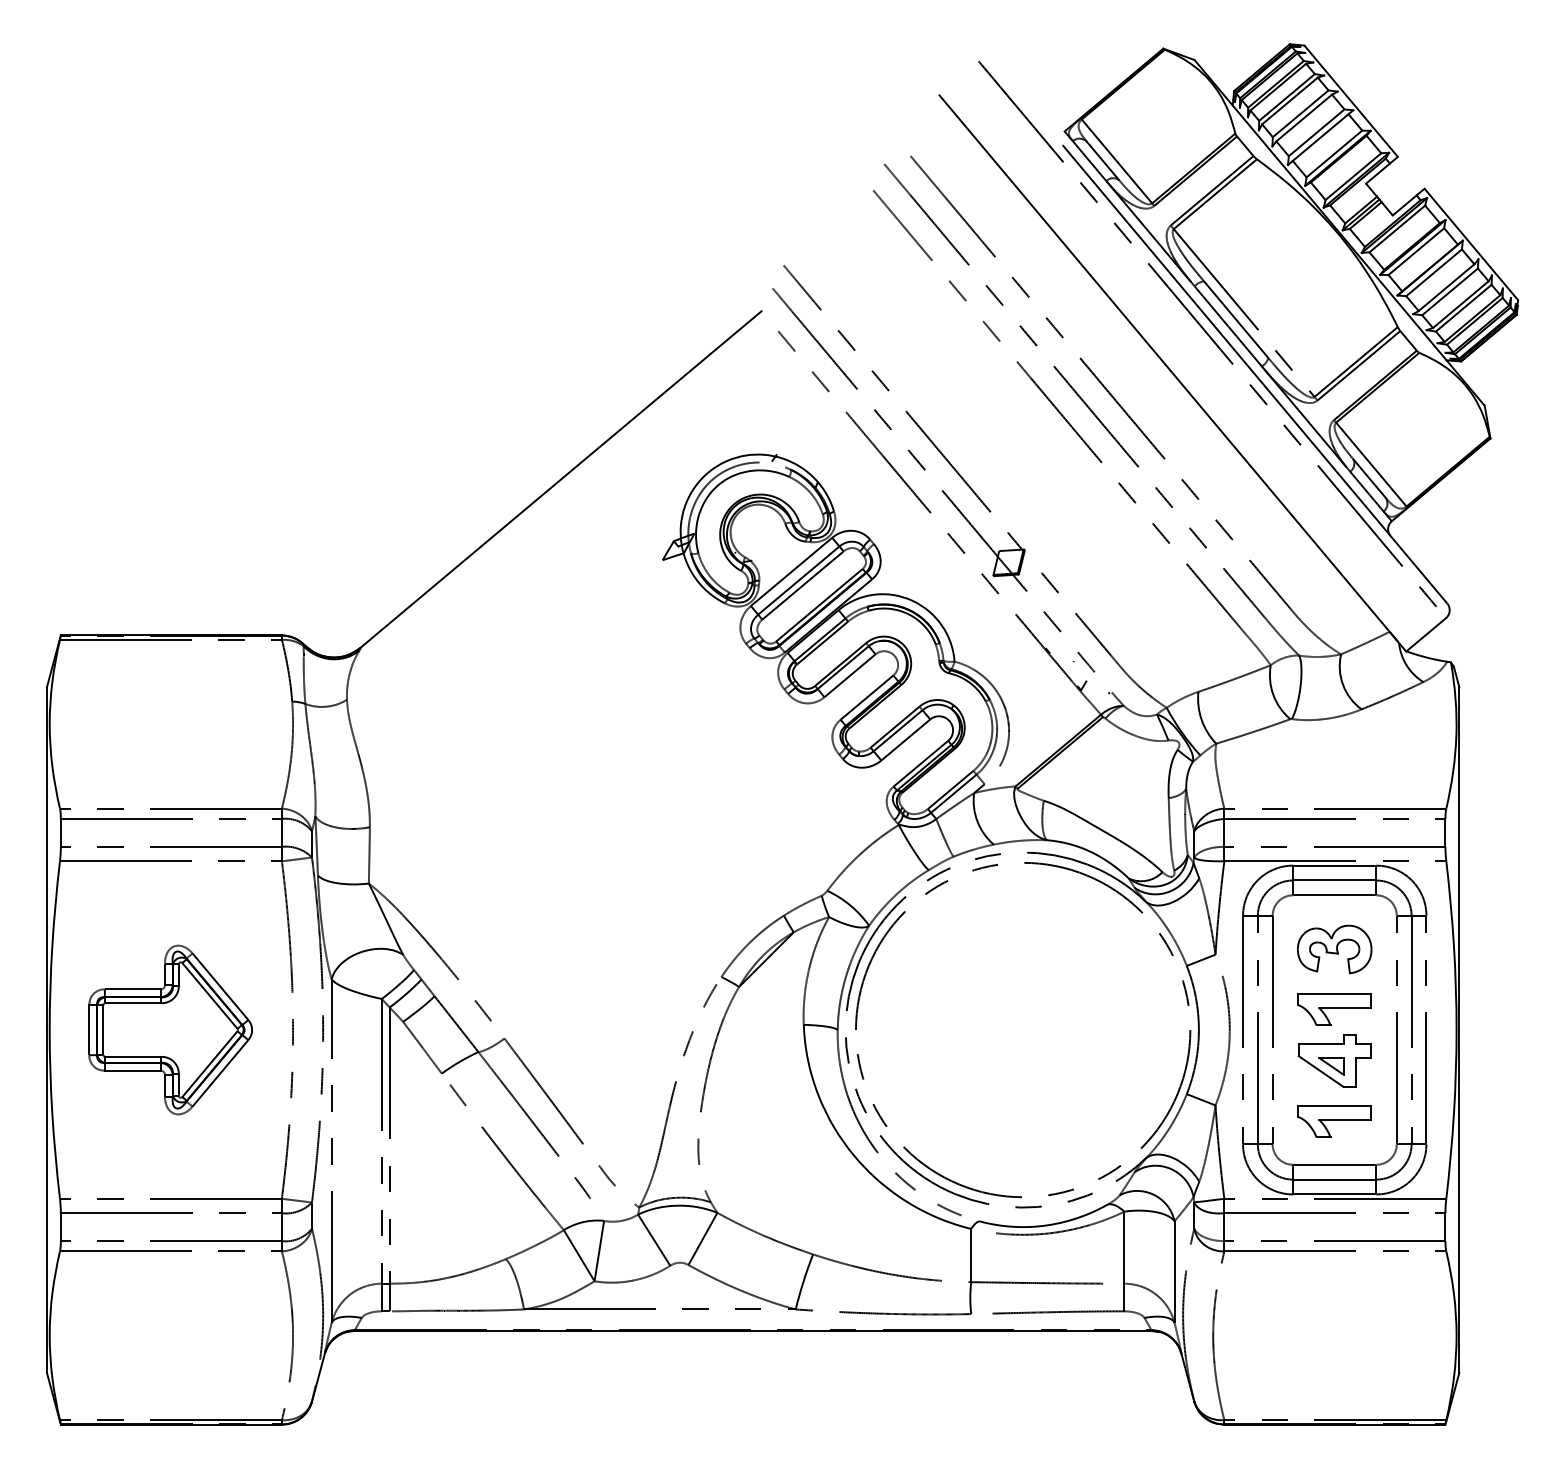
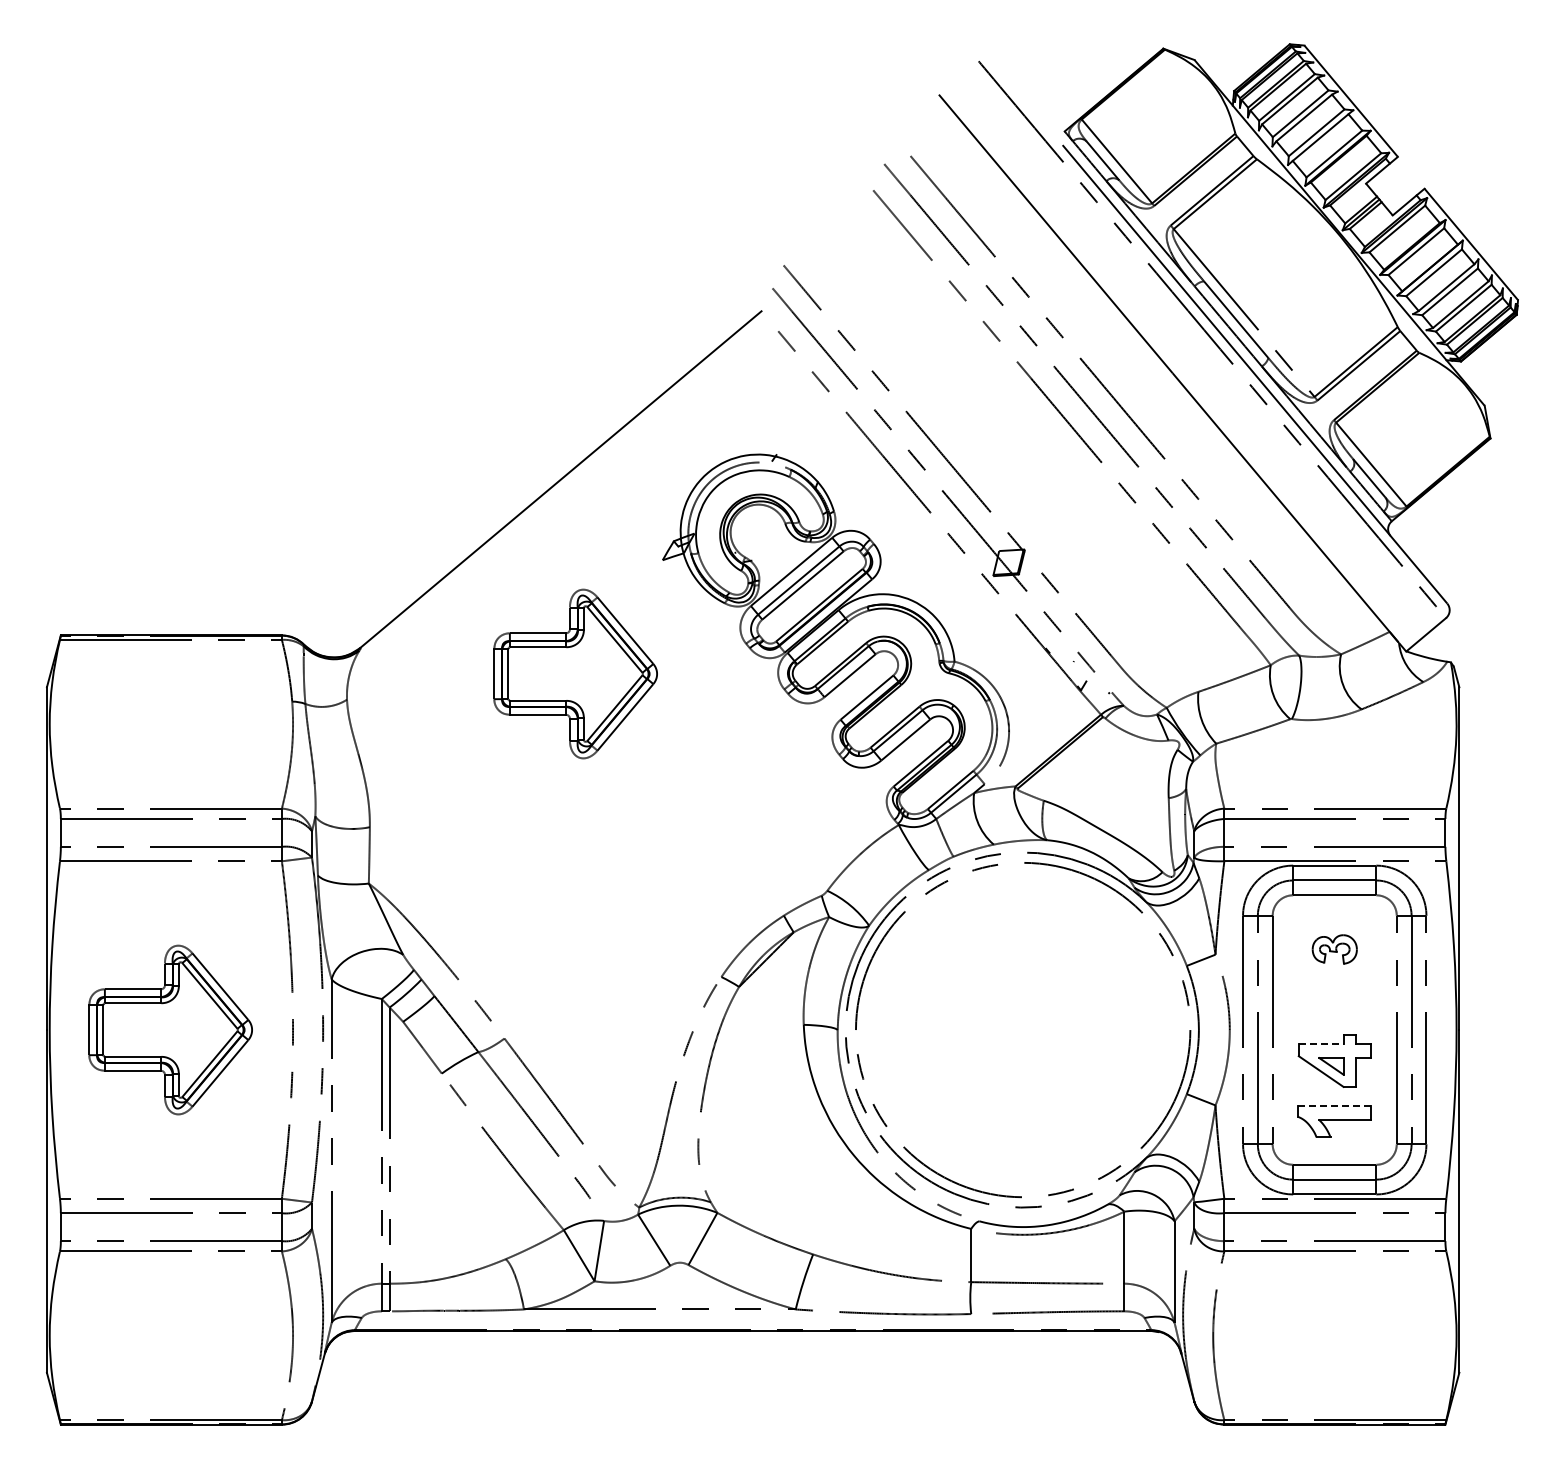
part at (575, 673): none -> present
part at (1334, 949) size: 76x51 px -> 47x31 px
part at (1334, 1009): present -> none
line at (1321, 1044): solid -> dashed
line at (1334, 1105): solid -> dashed
